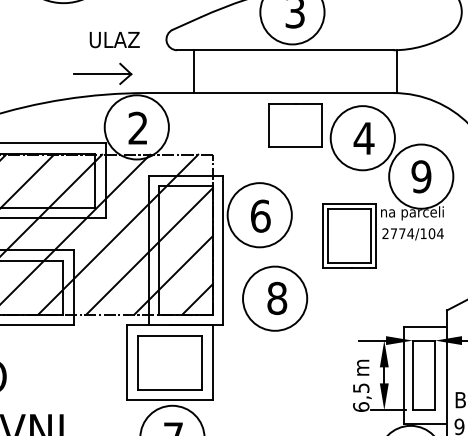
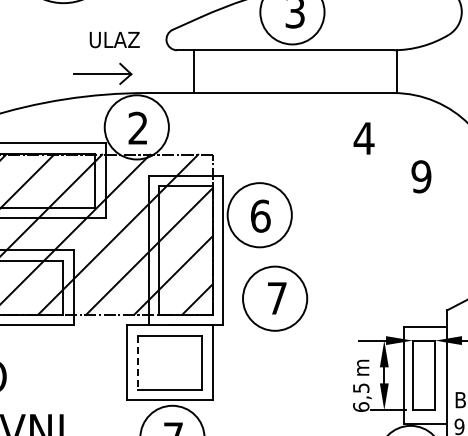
part at (361, 171): present -> none
text at (277, 298): 8 -> 7
line at (137, 362): solid -> dashed
